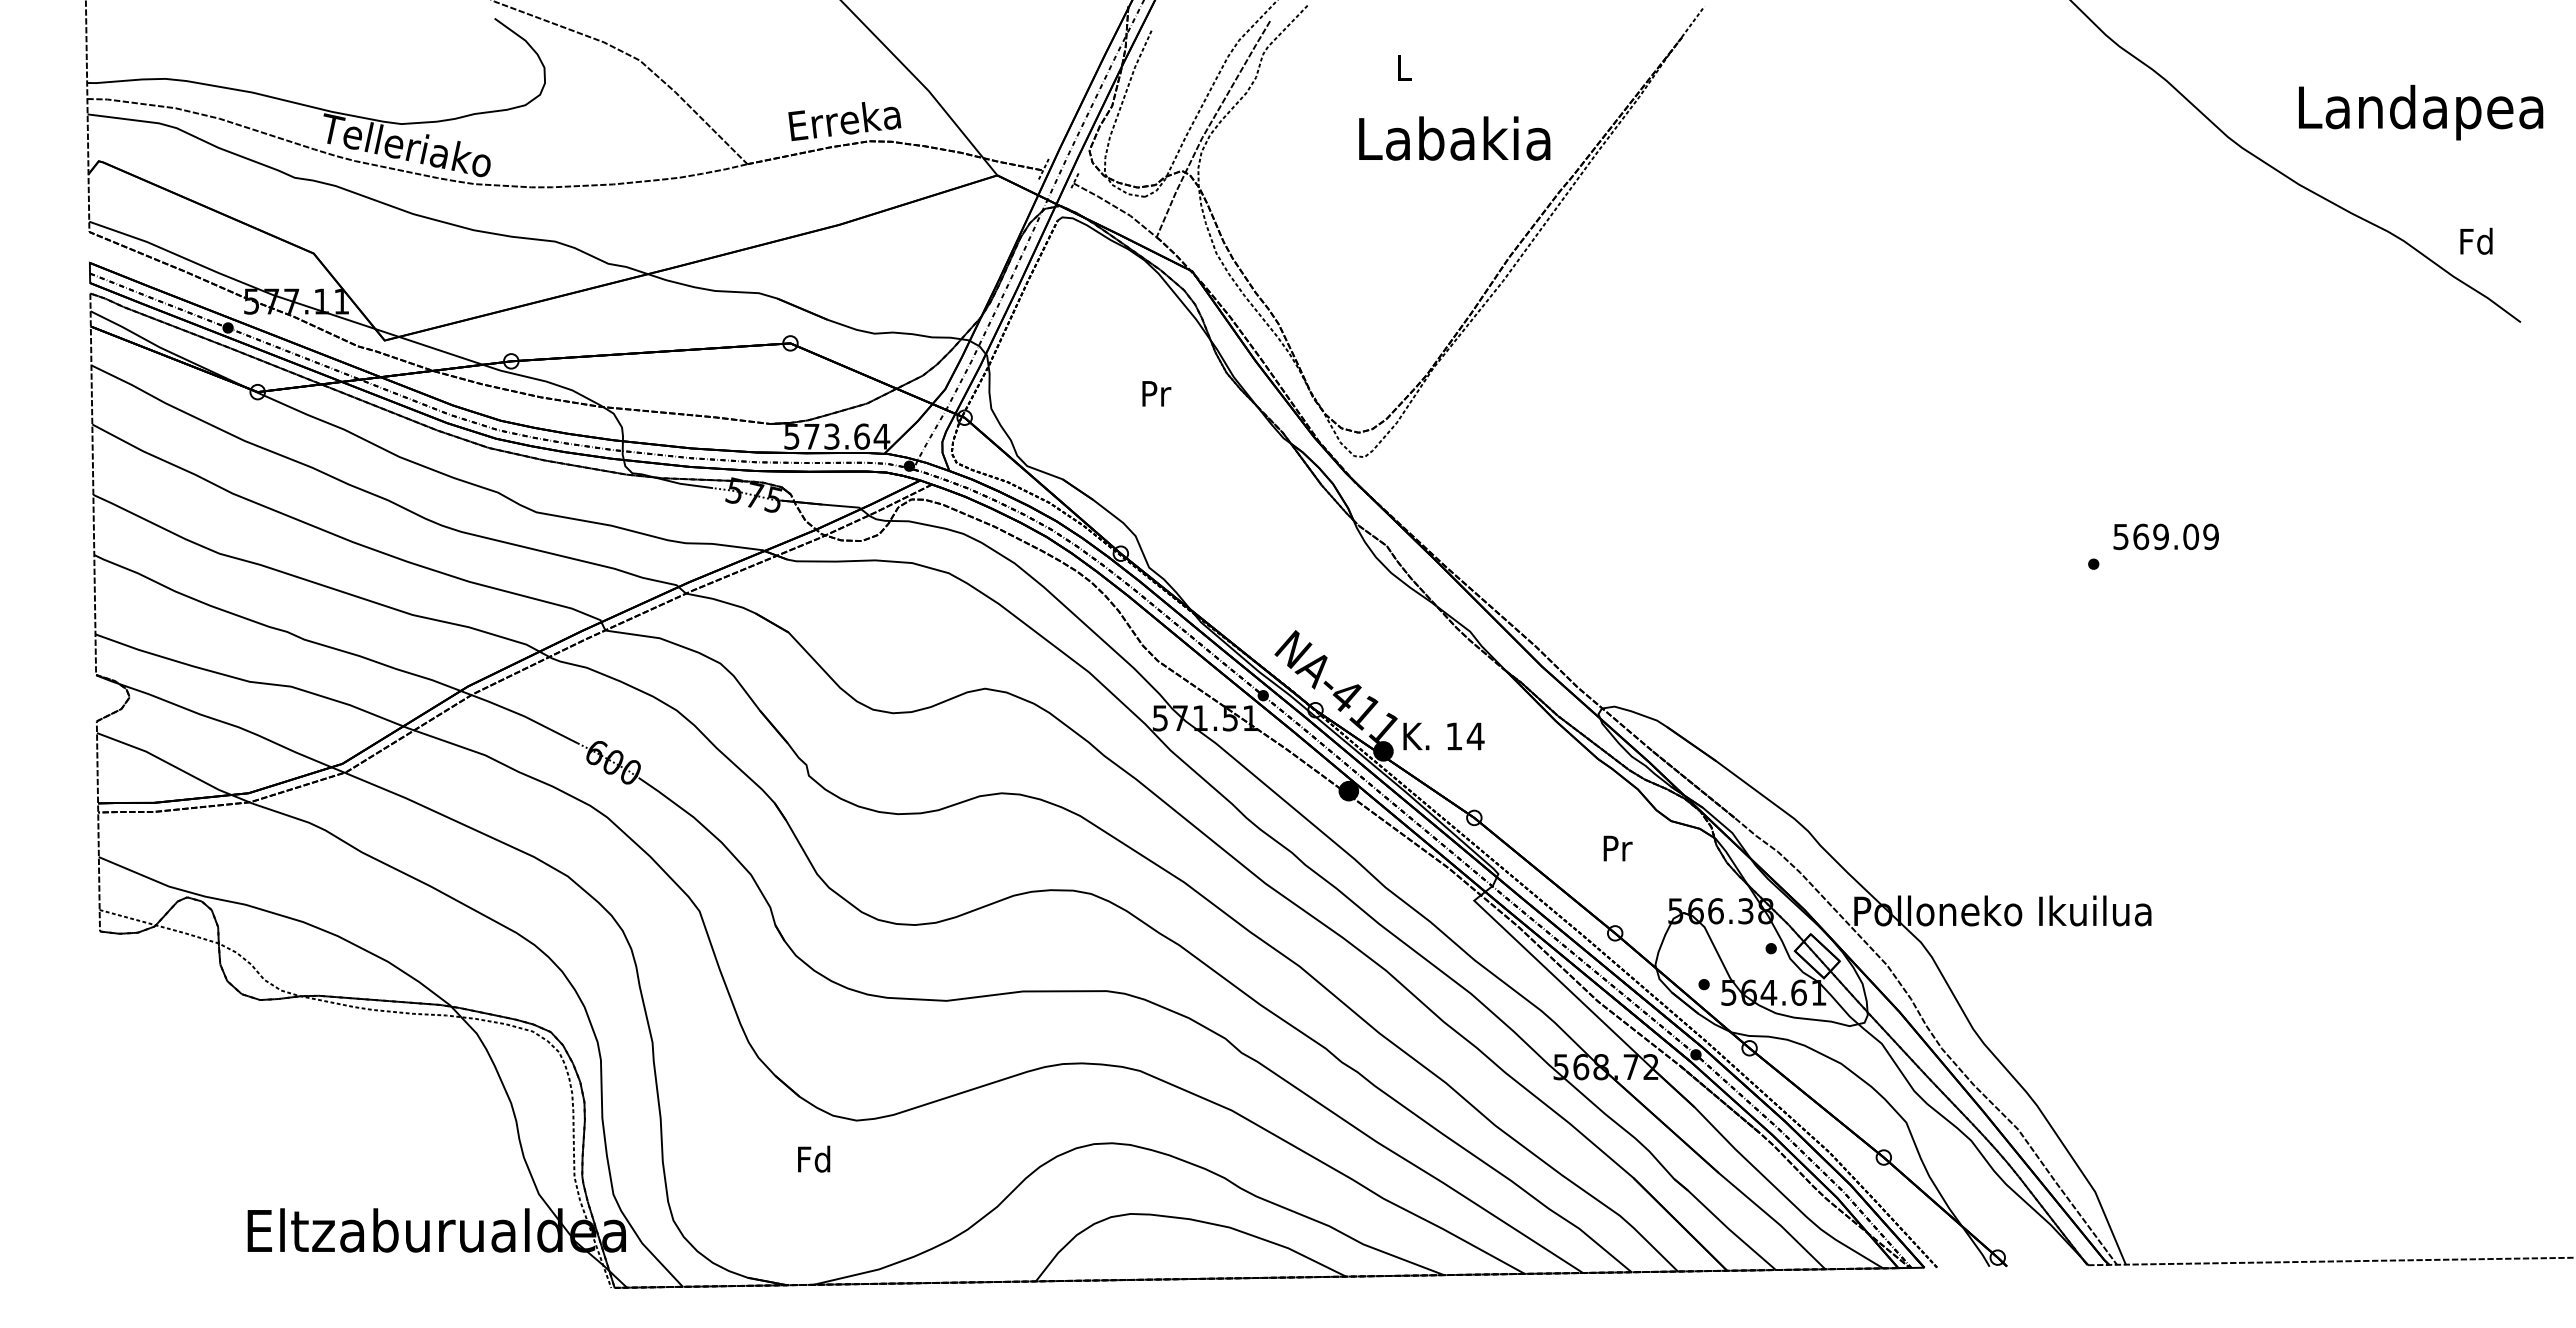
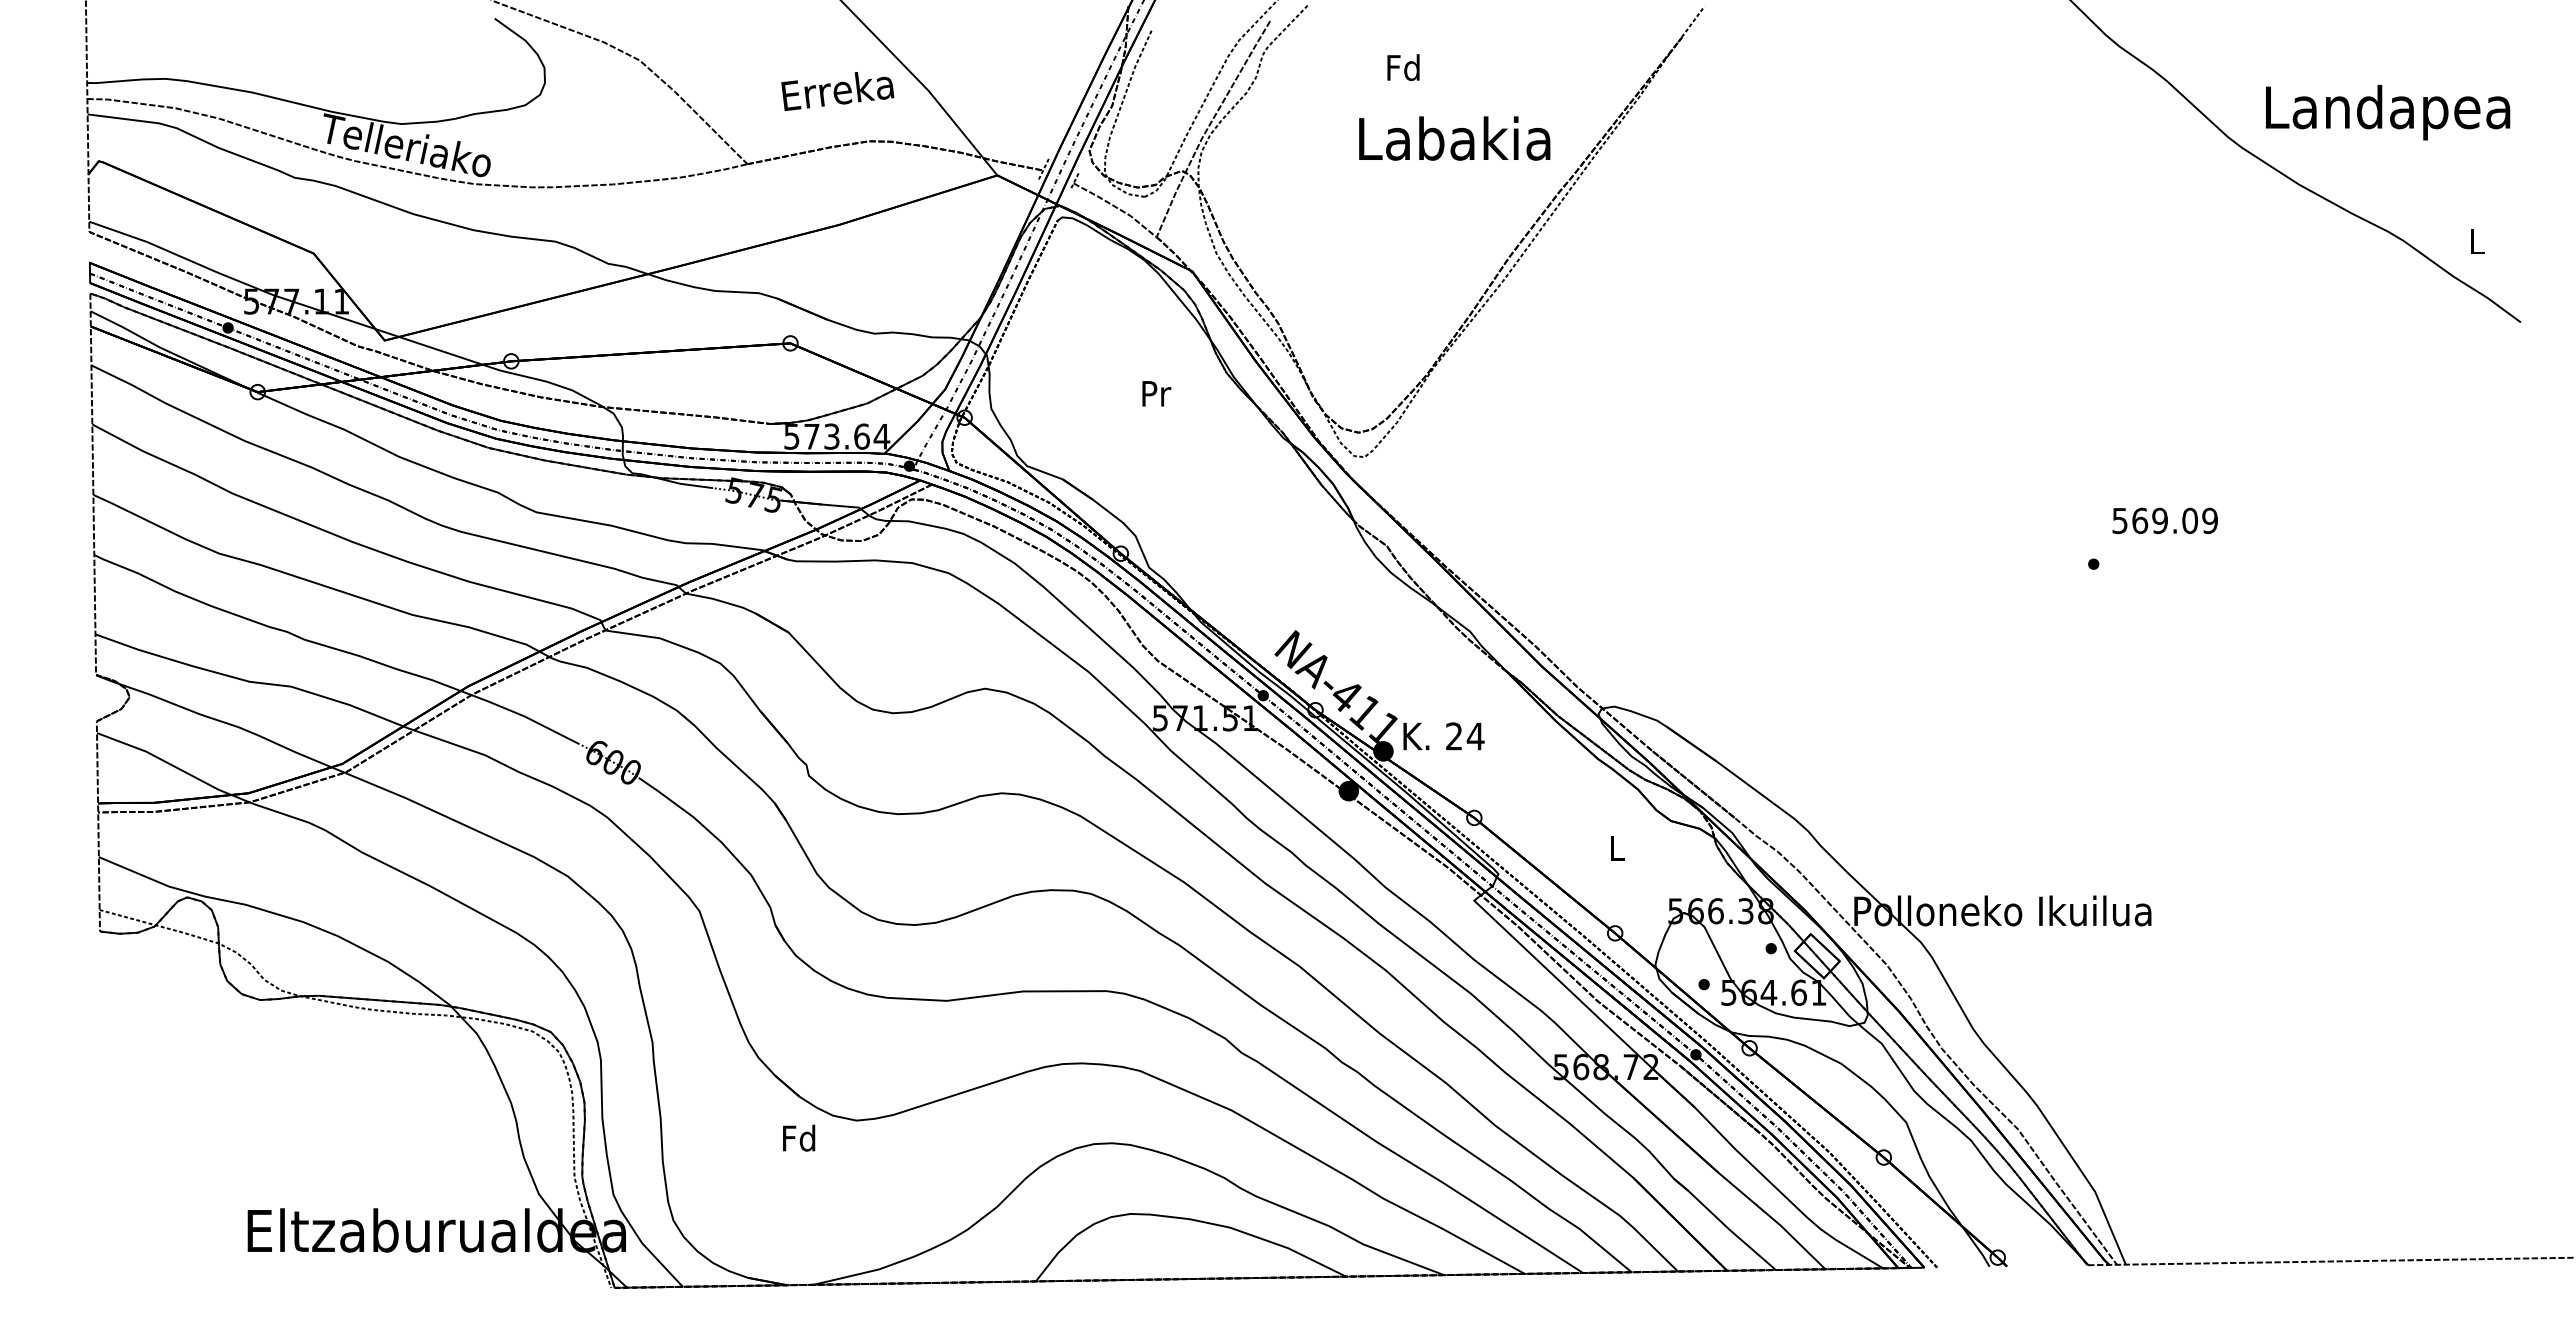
text at (1403, 67): L -> Fd
text at (2421, 112) position: (2421, 112) -> (2388, 112)
text at (844, 121) position: (844, 121) -> (837, 91)
text at (2476, 240): Fd -> L
text at (2165, 536) position: (2165, 536) -> (2164, 520)
text at (1453, 736): 14 -> 24
text at (1617, 848): Pr -> L
text at (814, 1158) position: (814, 1158) -> (799, 1137)
